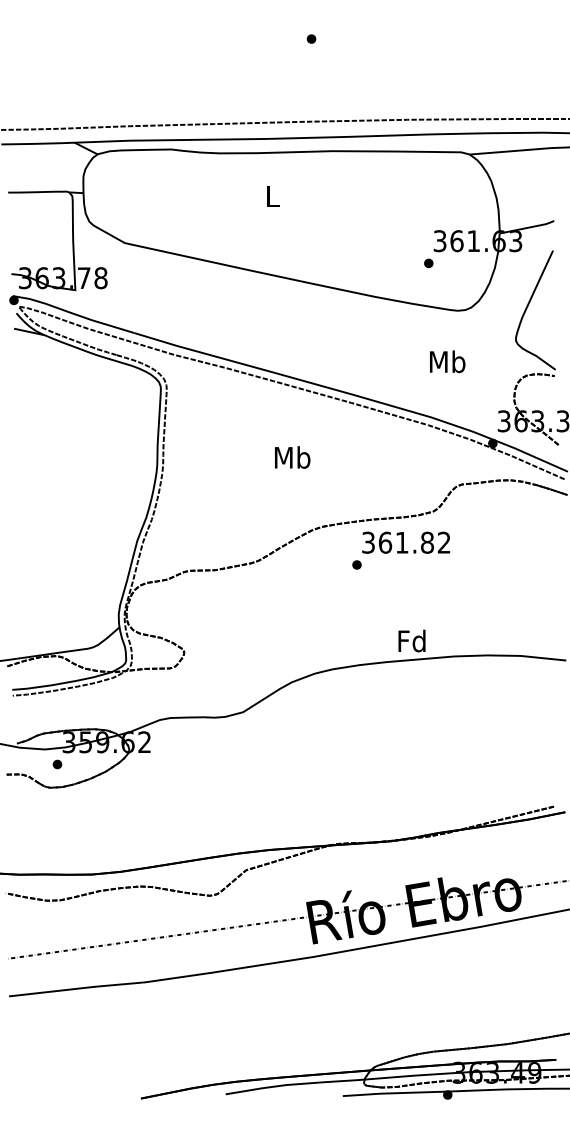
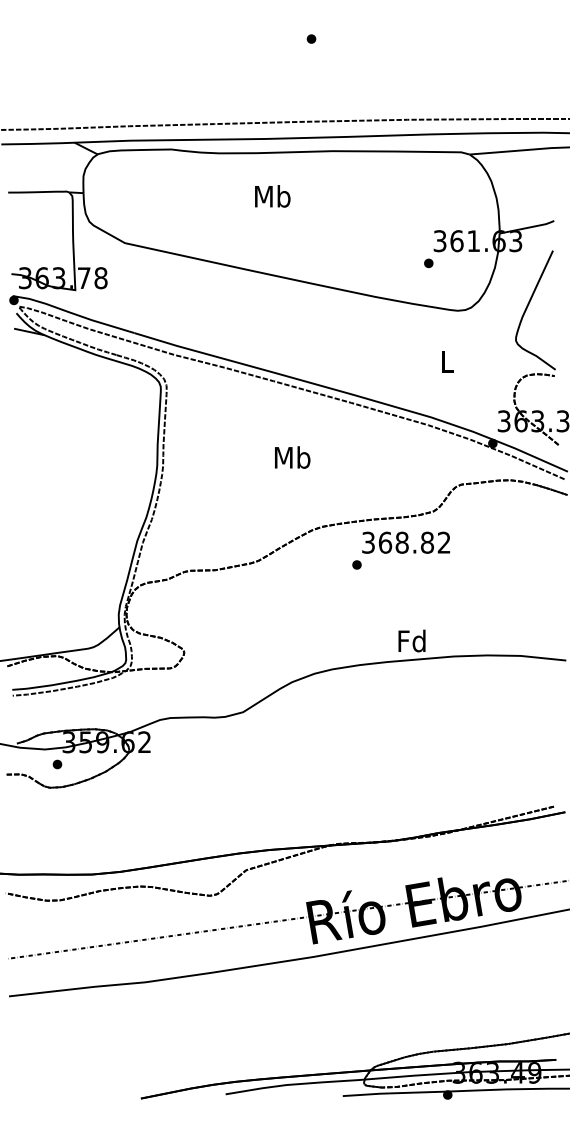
text at (272, 196): L -> Mb
text at (447, 361): Mb -> L
text at (401, 542): 361.82 -> 368.82
